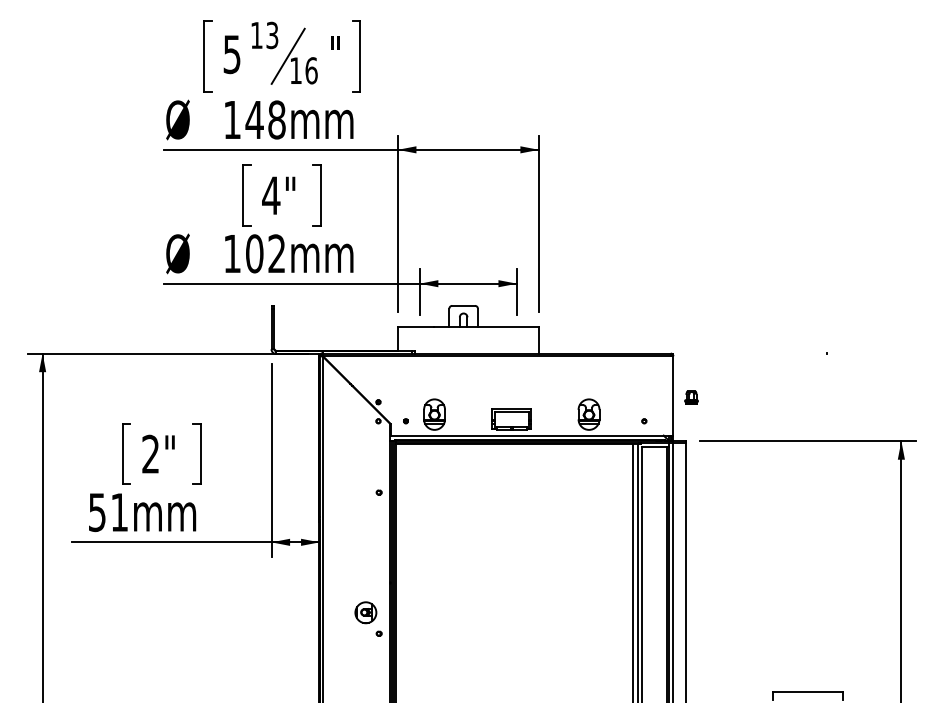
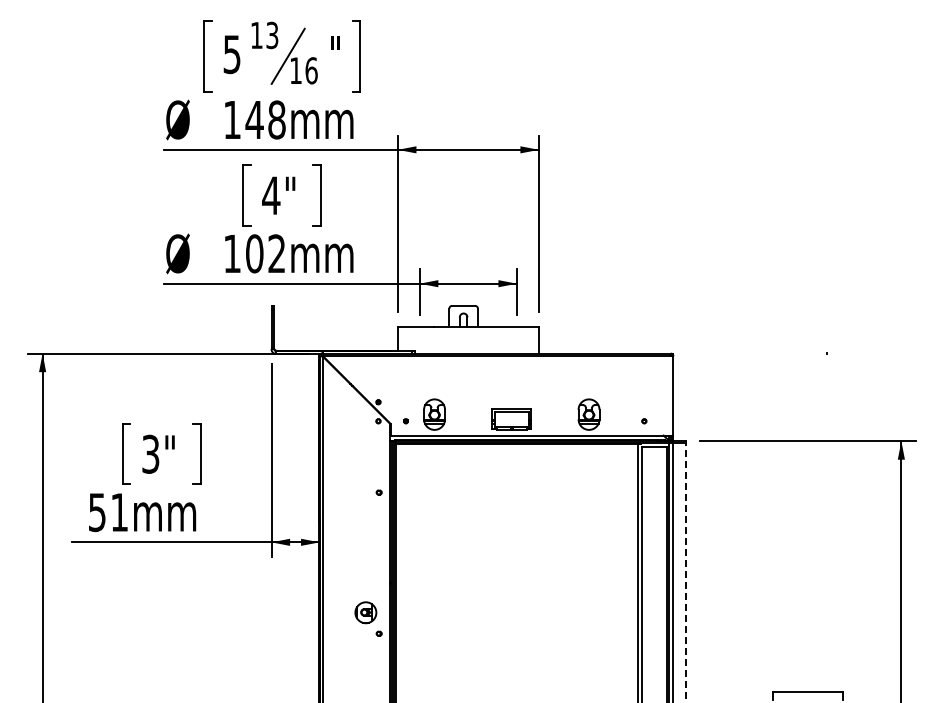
part at (691, 397): present -> none
text at (150, 454): 2" -> 3"
line at (633, 571): present -> none
line at (685, 572): solid -> dashed
